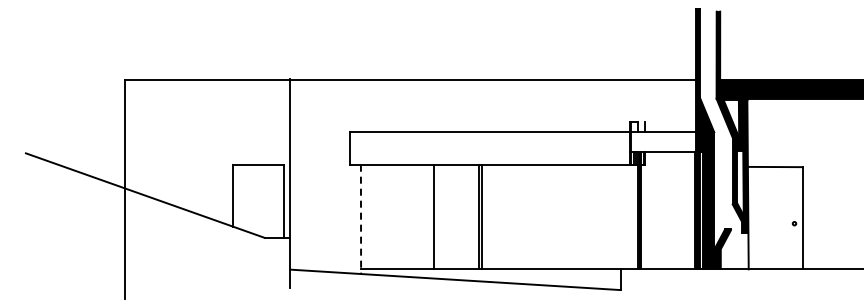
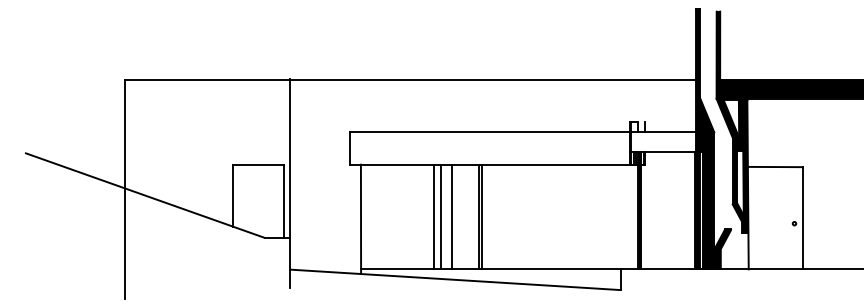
line at (440, 216): none -> present
line at (452, 216): none -> present
line at (361, 219): dashed -> solid
